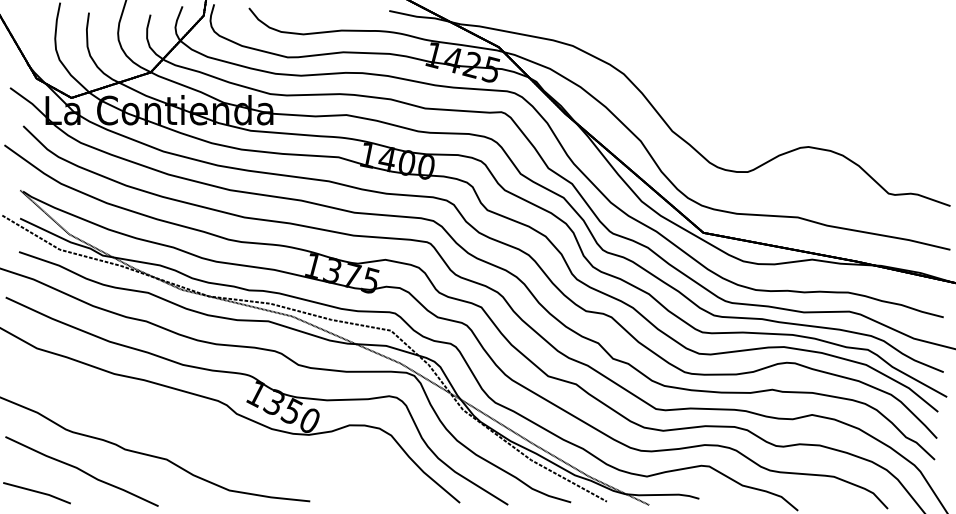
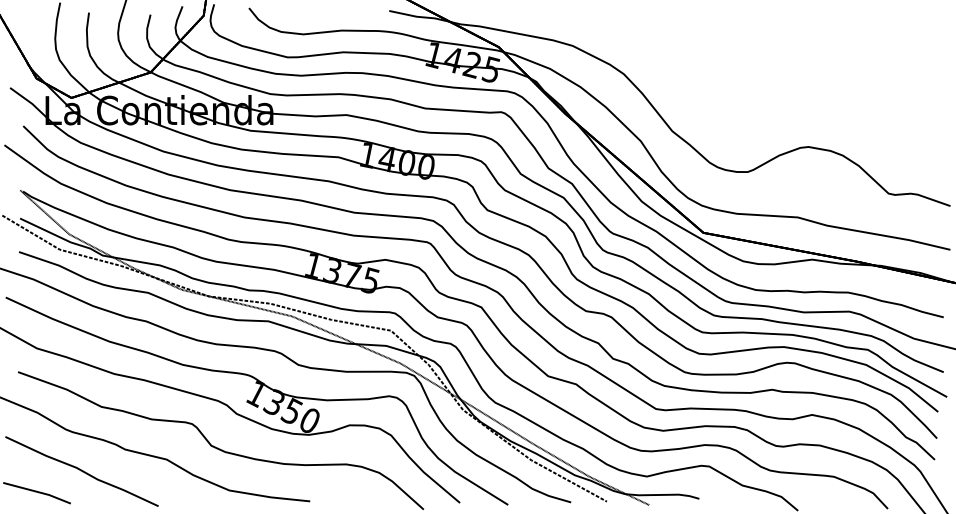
curve at (217, 447): none -> present
